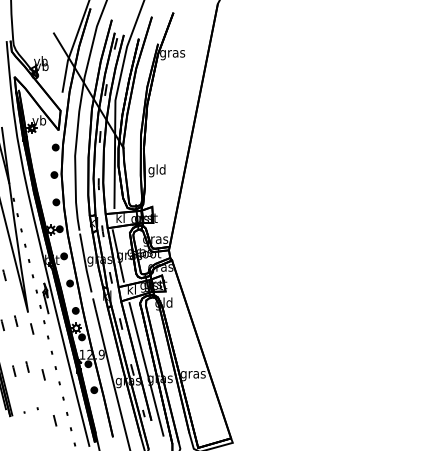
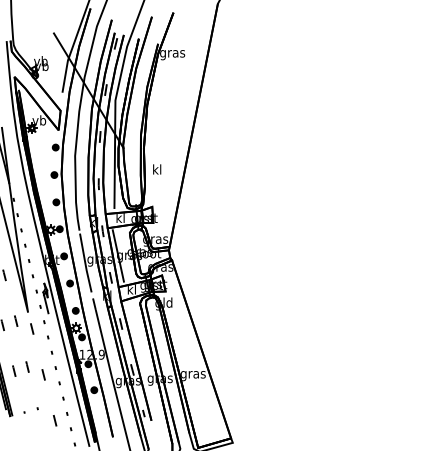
text at (156, 170): gld -> kl
line at (146, 369): present -> none
